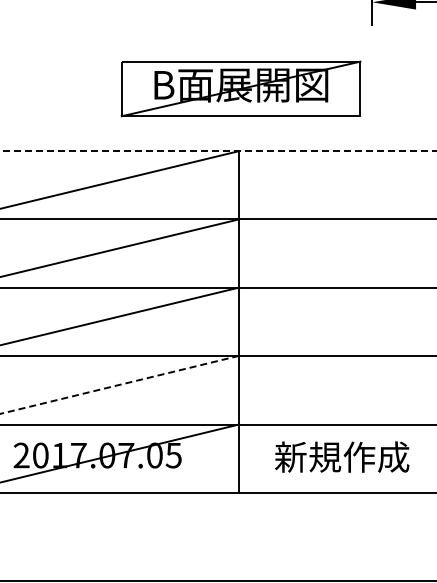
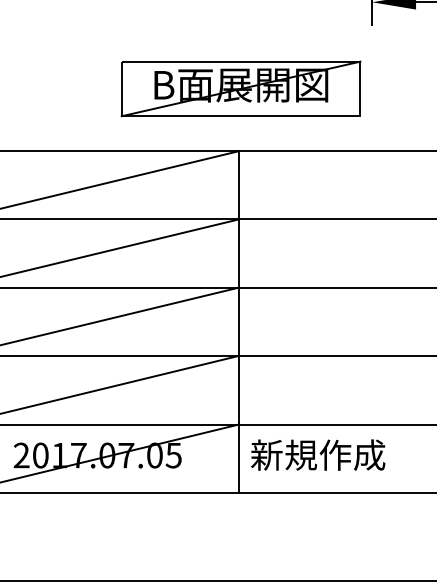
line at (218, 151): dashed -> solid
line at (119, 384): dashed -> solid
text at (342, 456) position: (342, 456) -> (318, 454)
